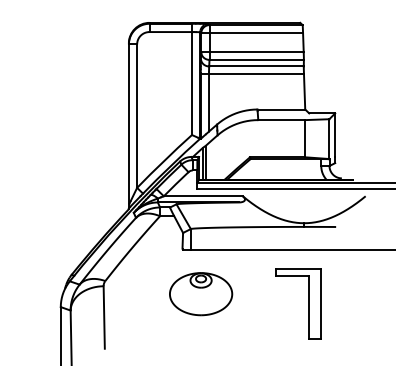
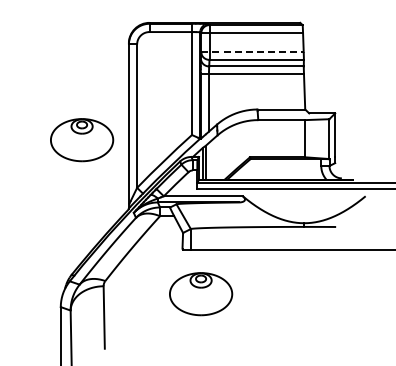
line at (252, 52): solid -> dashed
part at (82, 140): none -> present
part at (308, 303): present -> none
